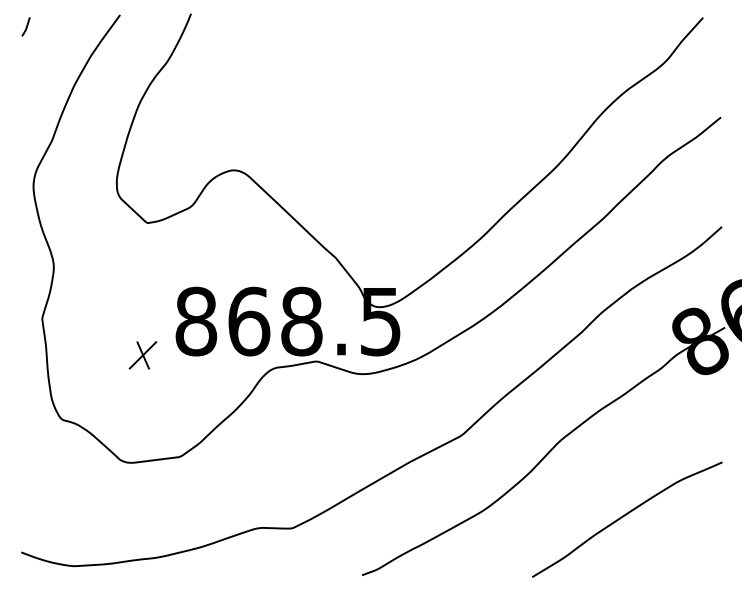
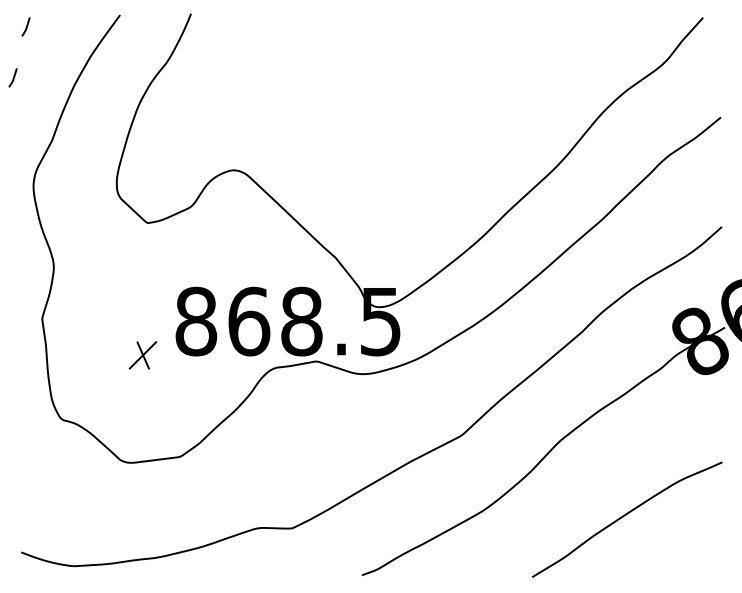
curve at (13, 77): none -> present
